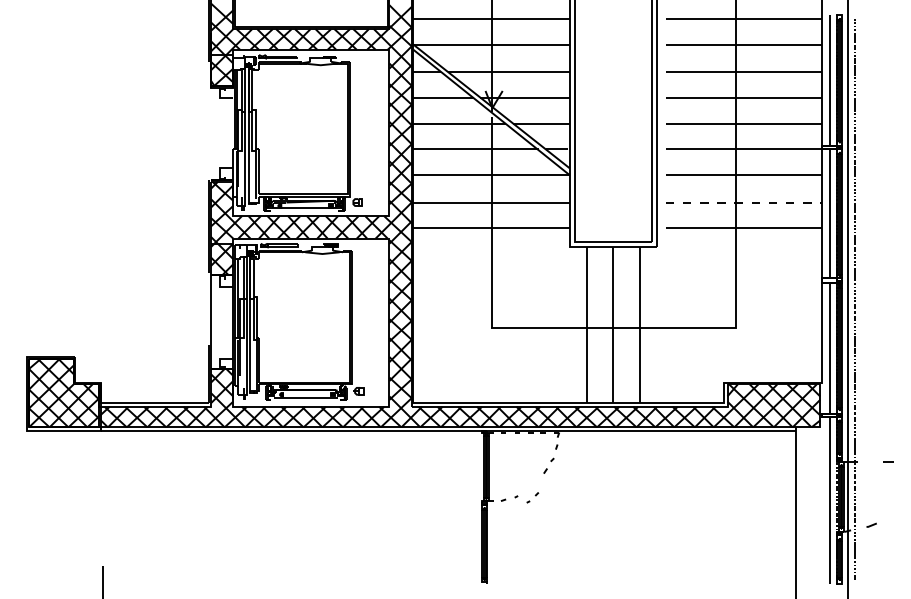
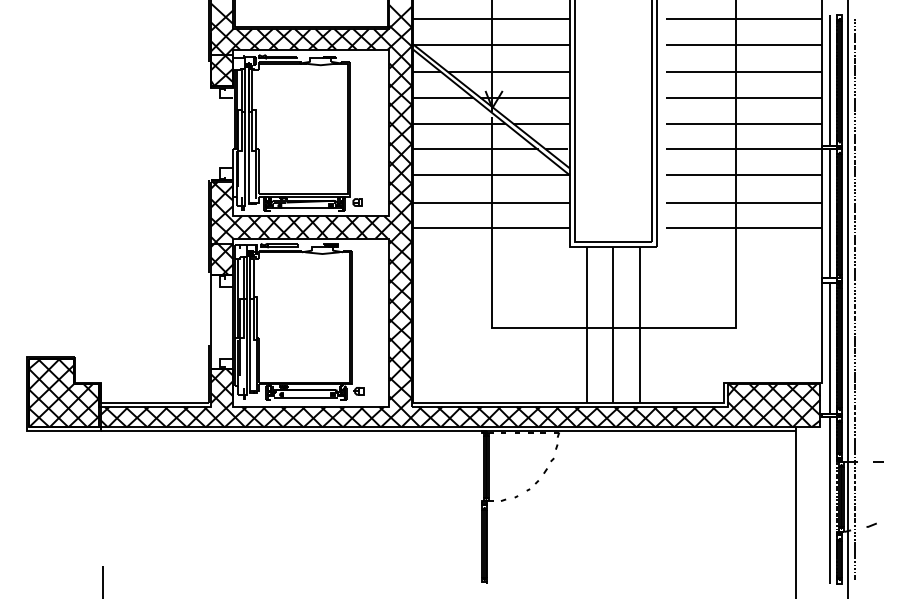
line at (744, 202): dashed -> solid
line at (888, 461) position: (888, 461) -> (878, 461)
part at (532, 497) position: (532, 497) -> (532, 485)
